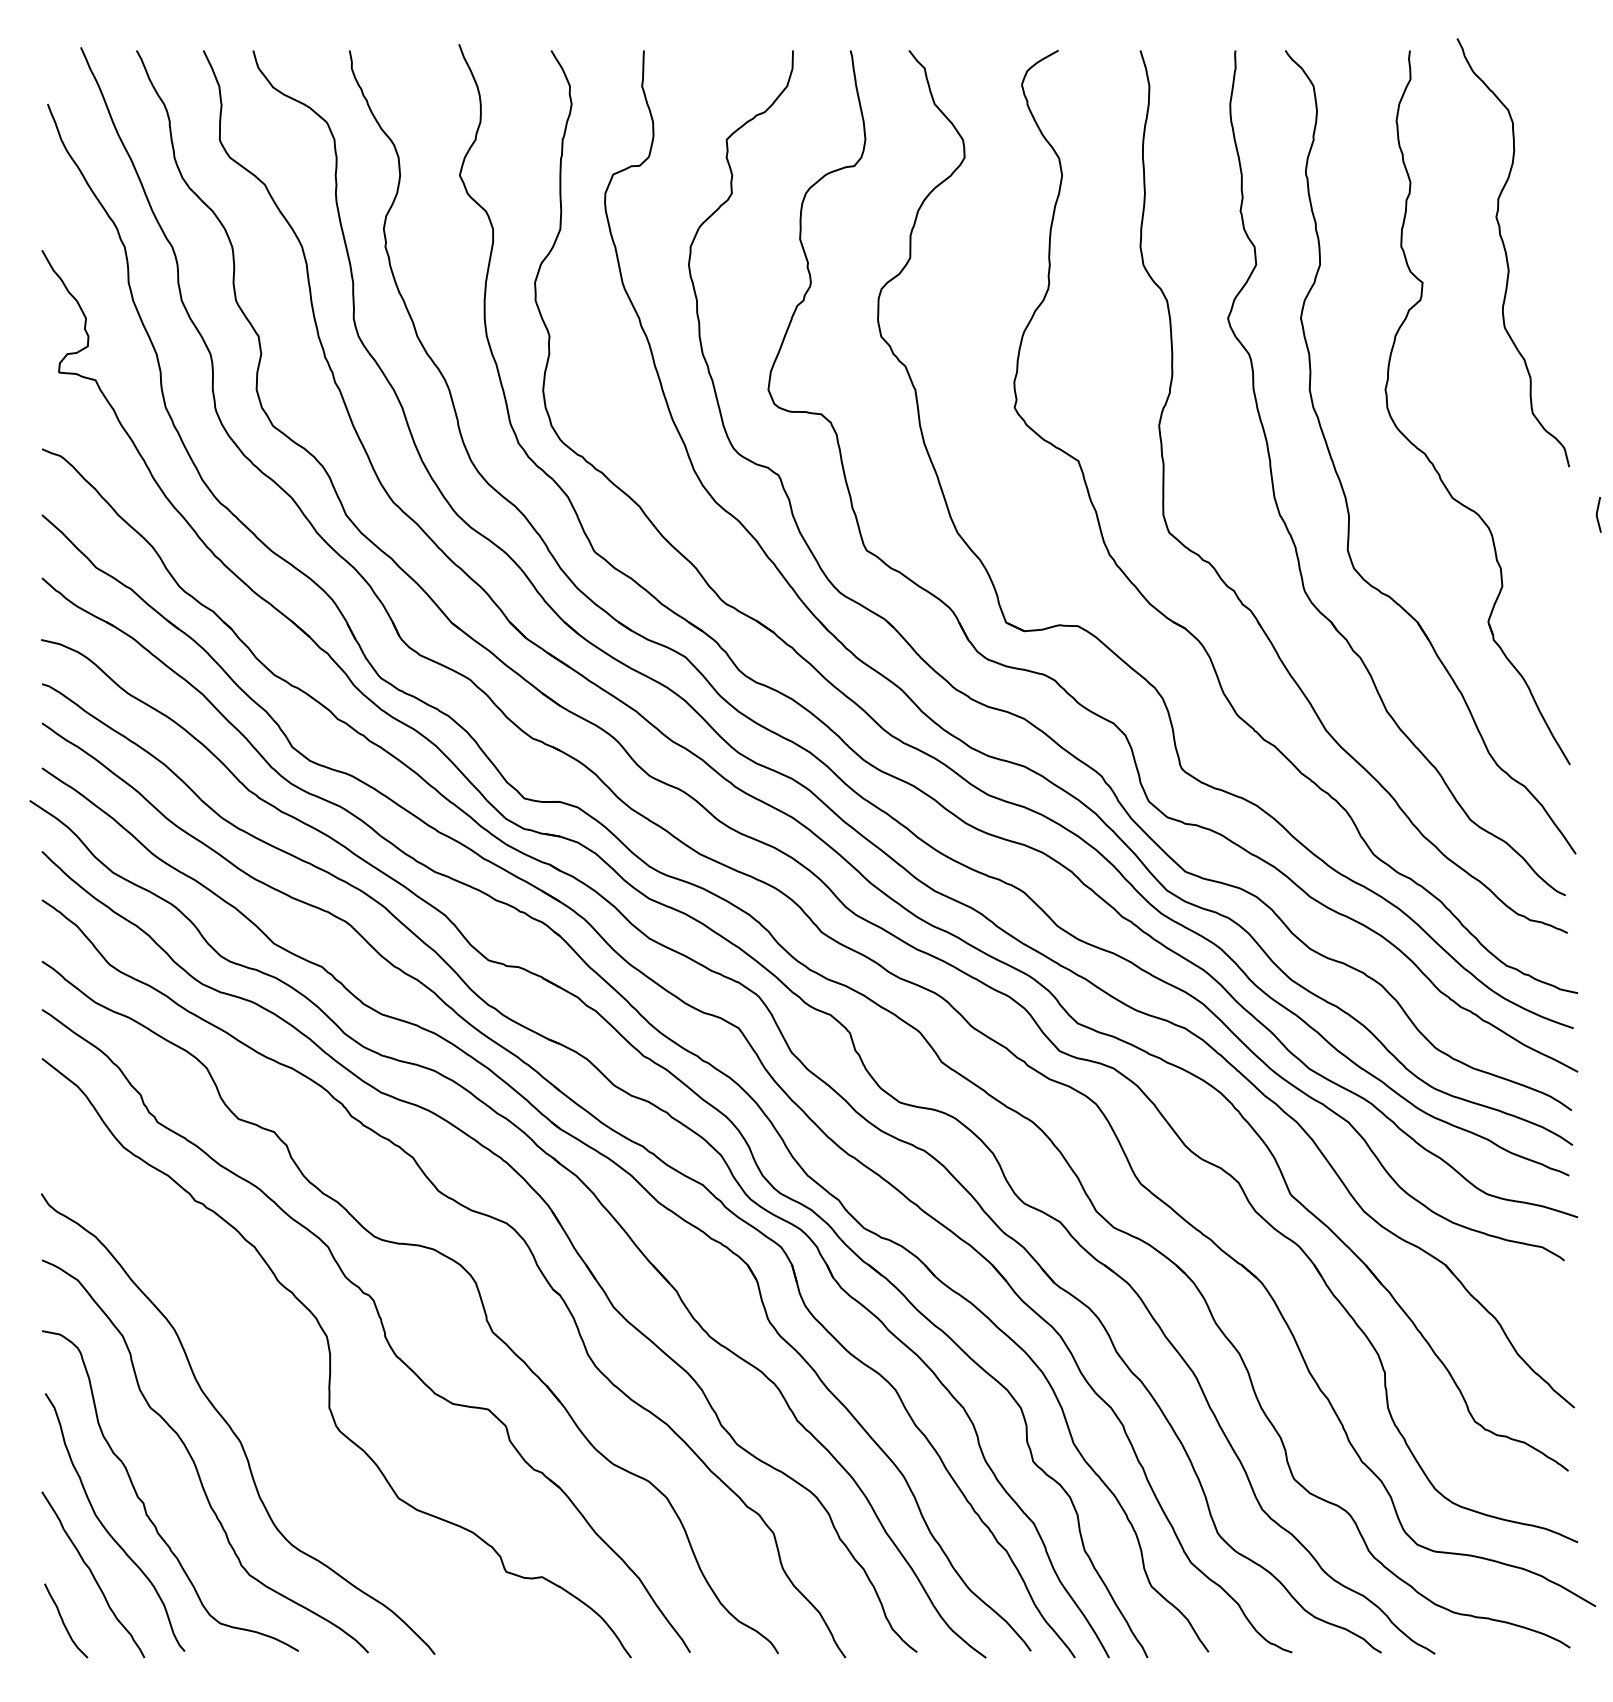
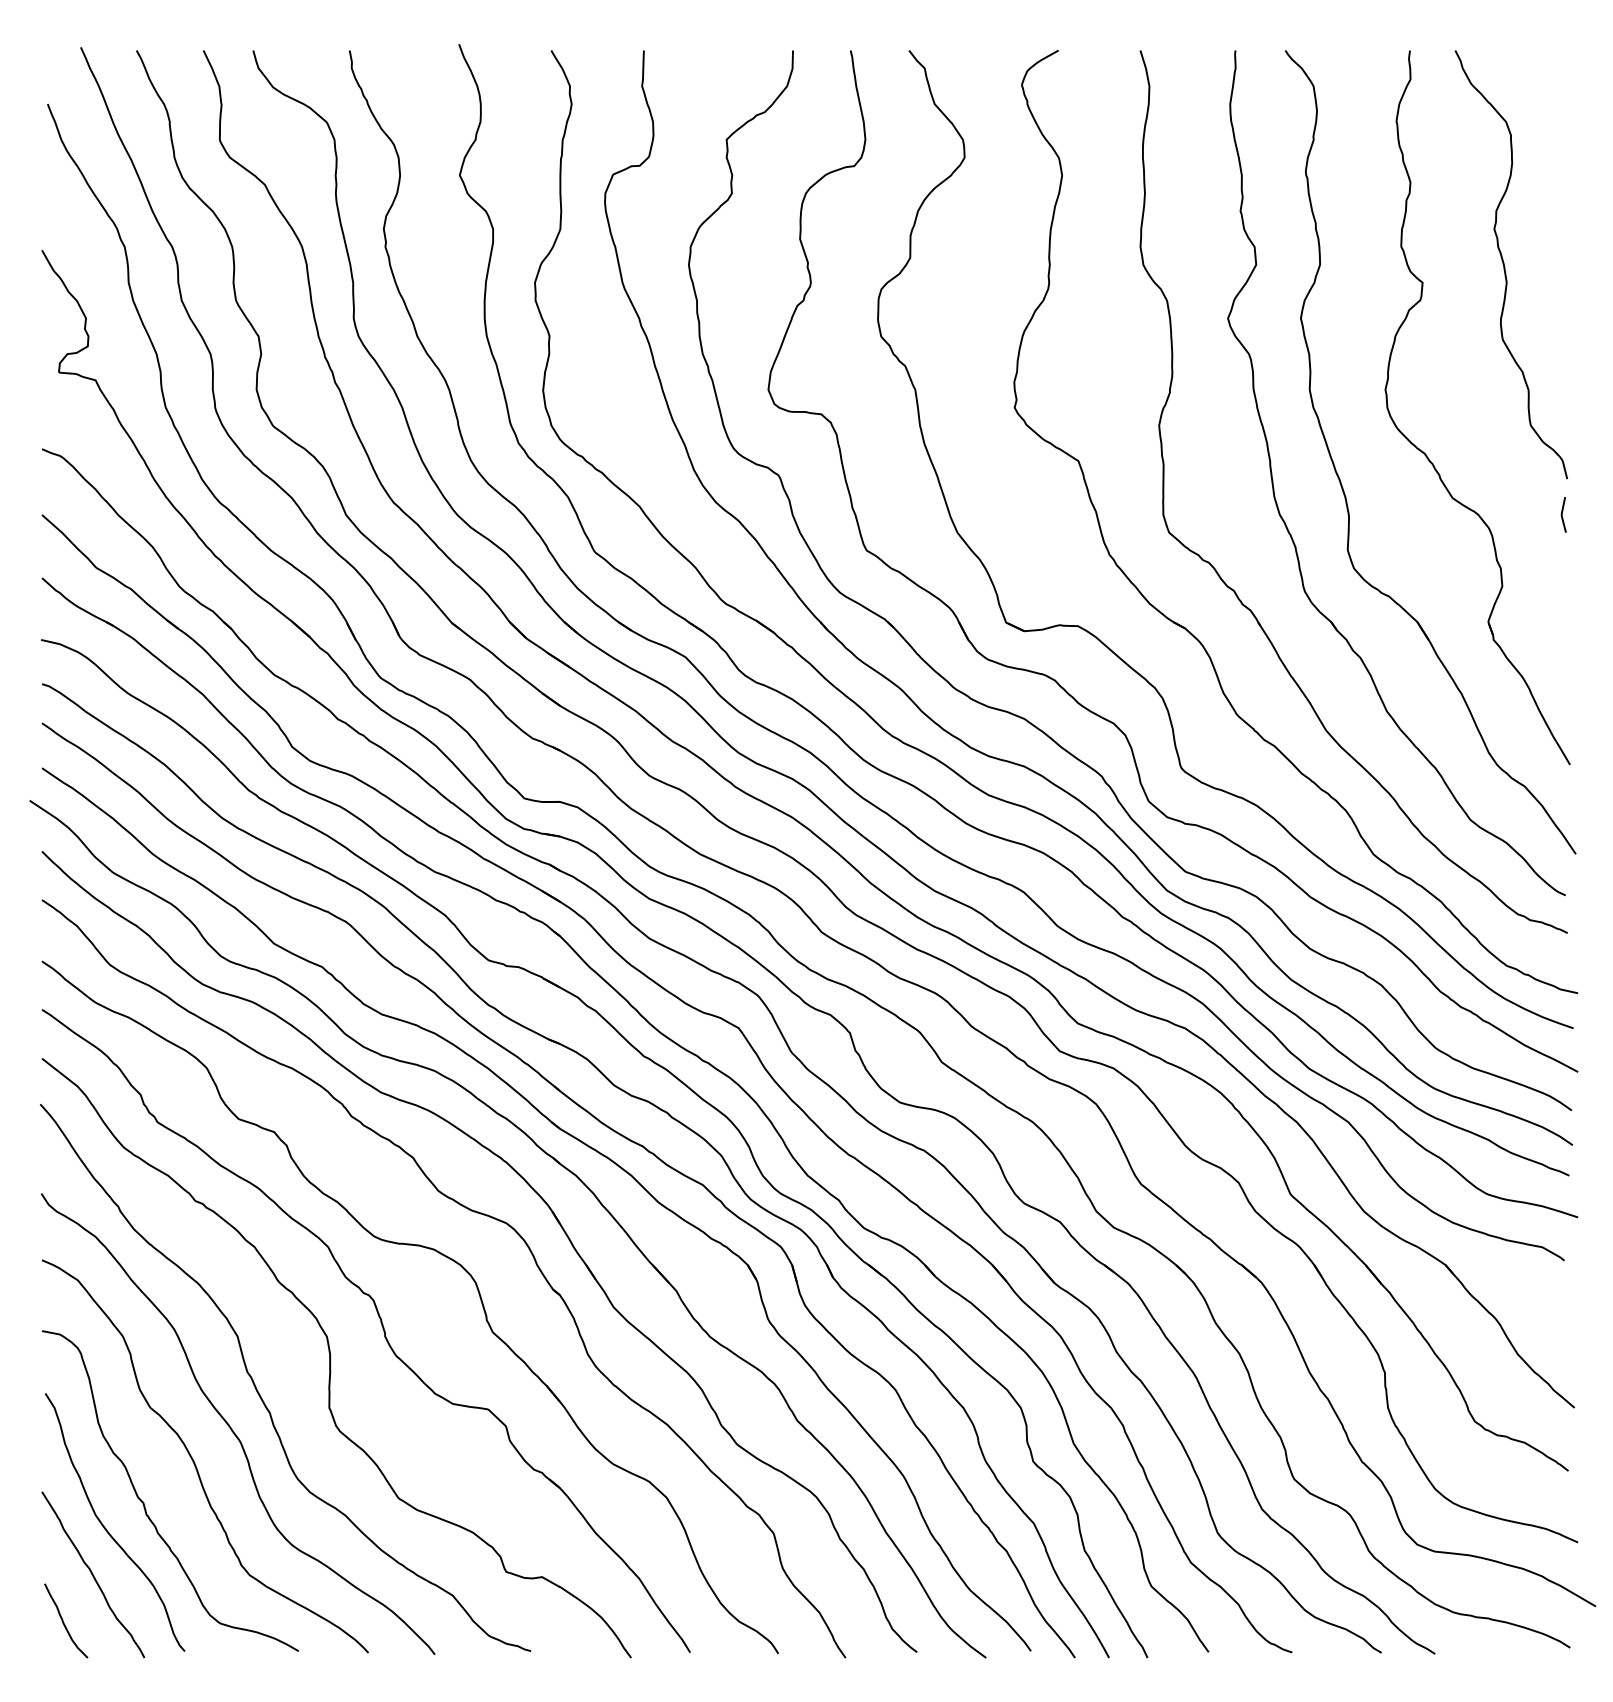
curve at (1507, 254) position: (1507, 254) -> (1505, 266)
line at (1597, 514) position: (1597, 514) -> (1562, 514)
curve at (259, 1392): none -> present
